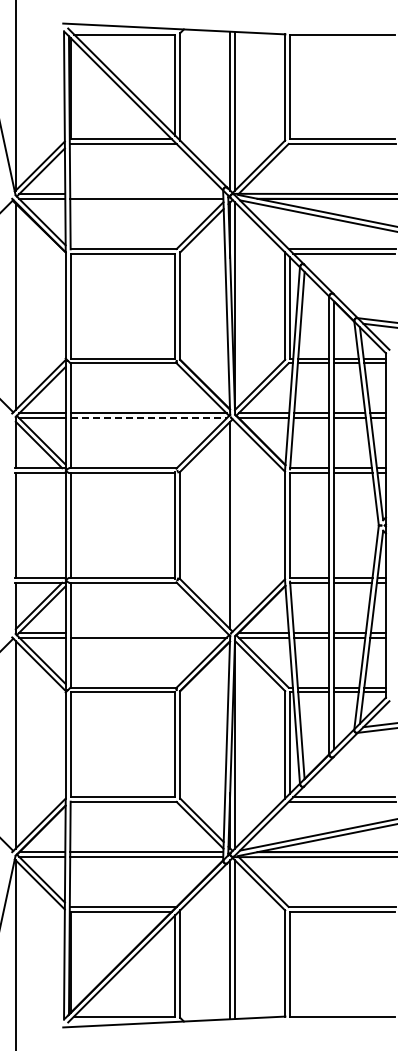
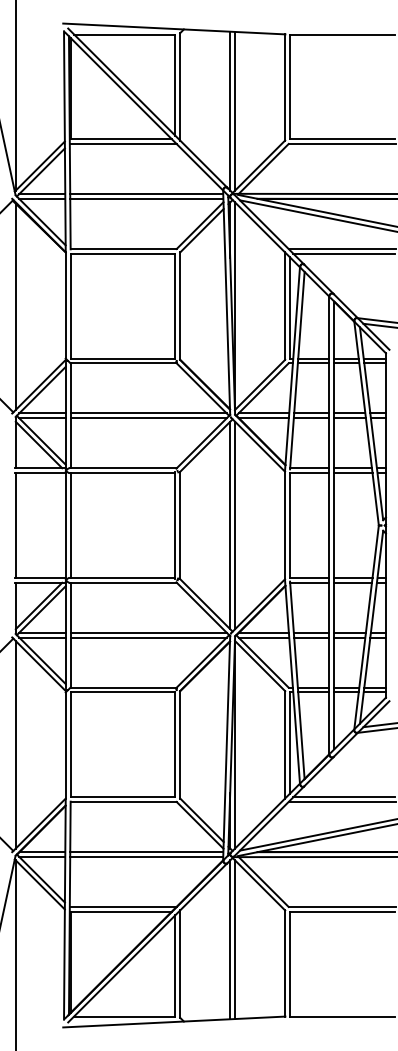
line at (146, 194): none -> present
line at (149, 418): dashed -> solid
line at (235, 525): none -> present
line at (148, 632): none -> present
